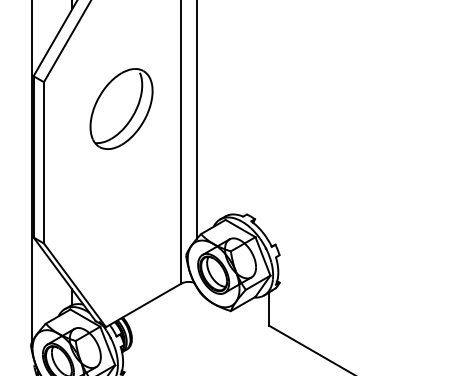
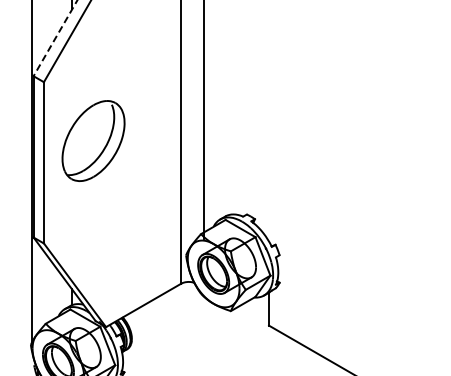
line at (55, 38): solid -> dashed
part at (121, 108) position: (121, 108) -> (93, 140)
line at (196, 120) position: (196, 120) -> (203, 120)
